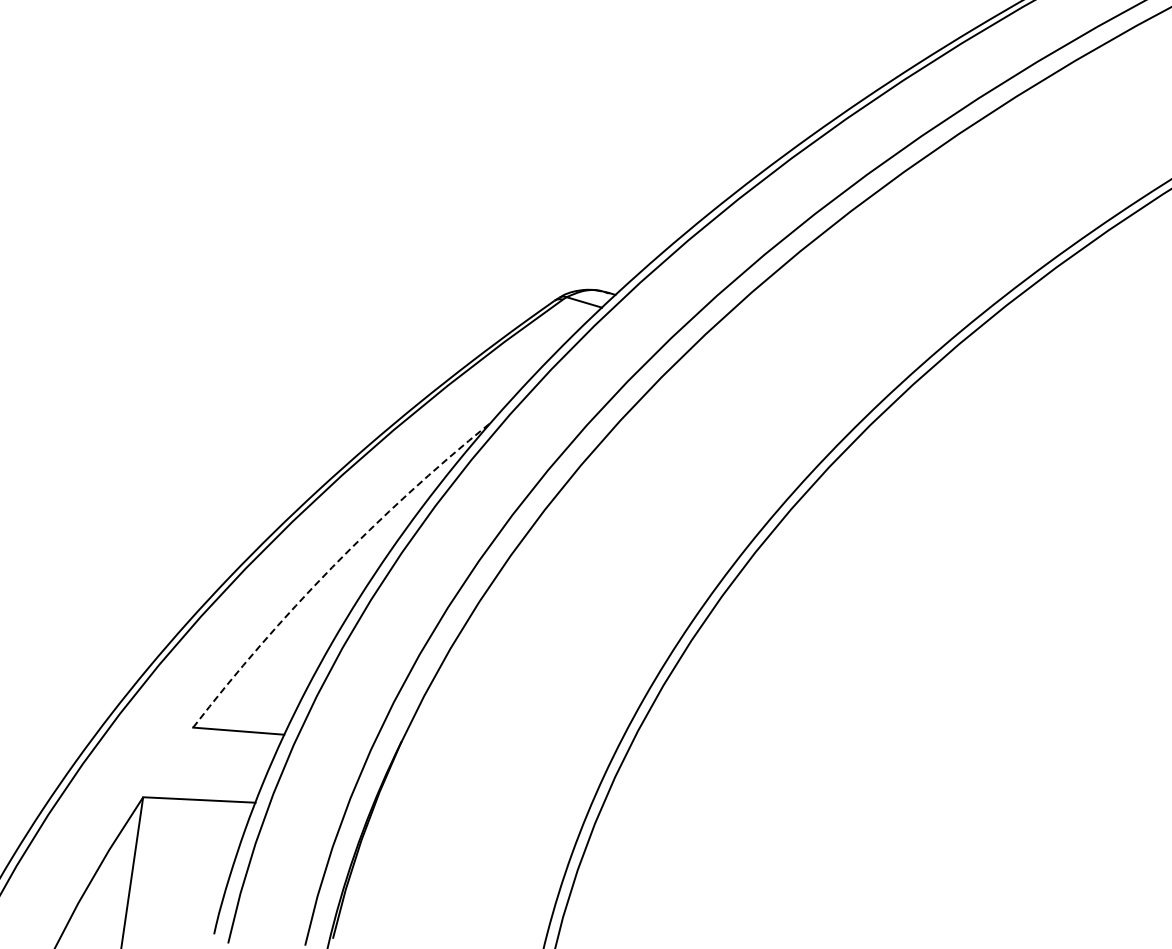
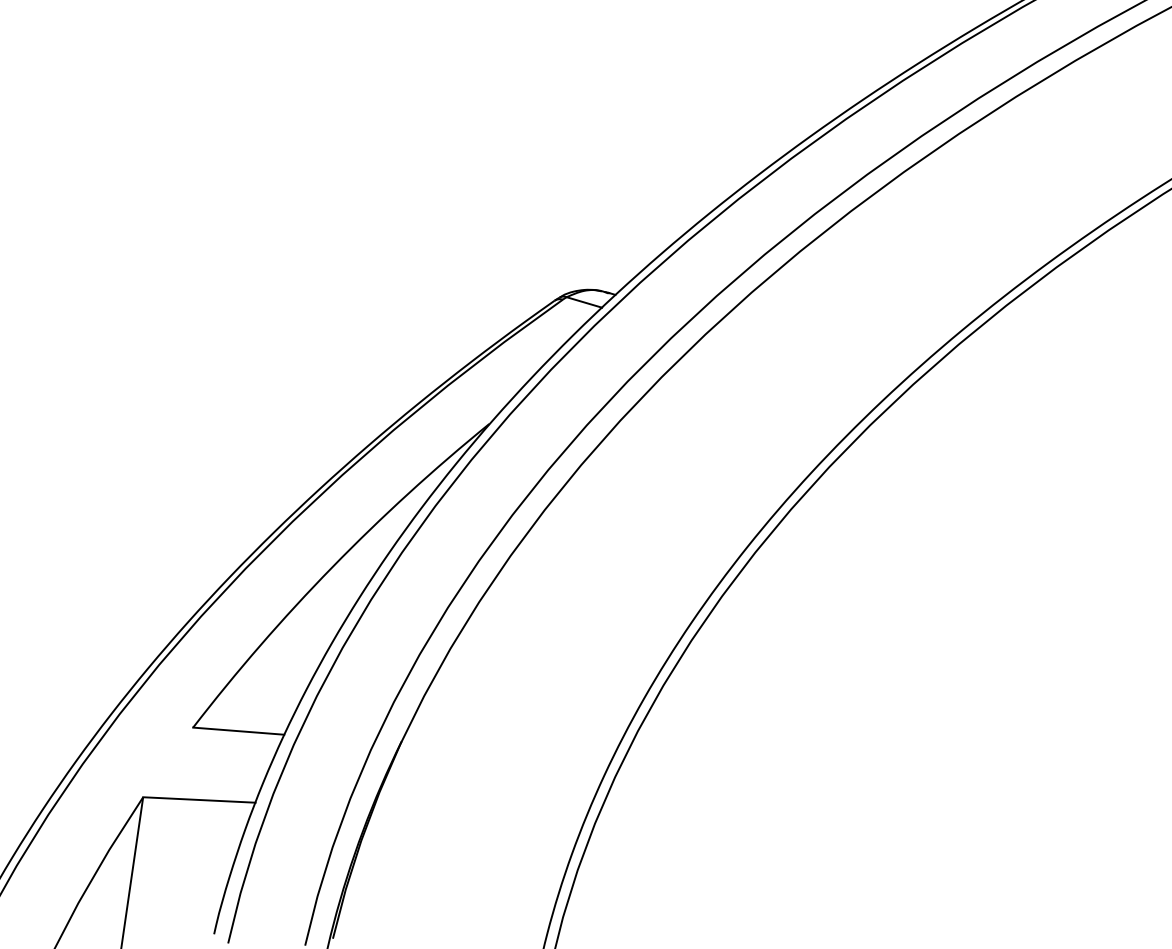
arc at (332, 567): dashed -> solid
